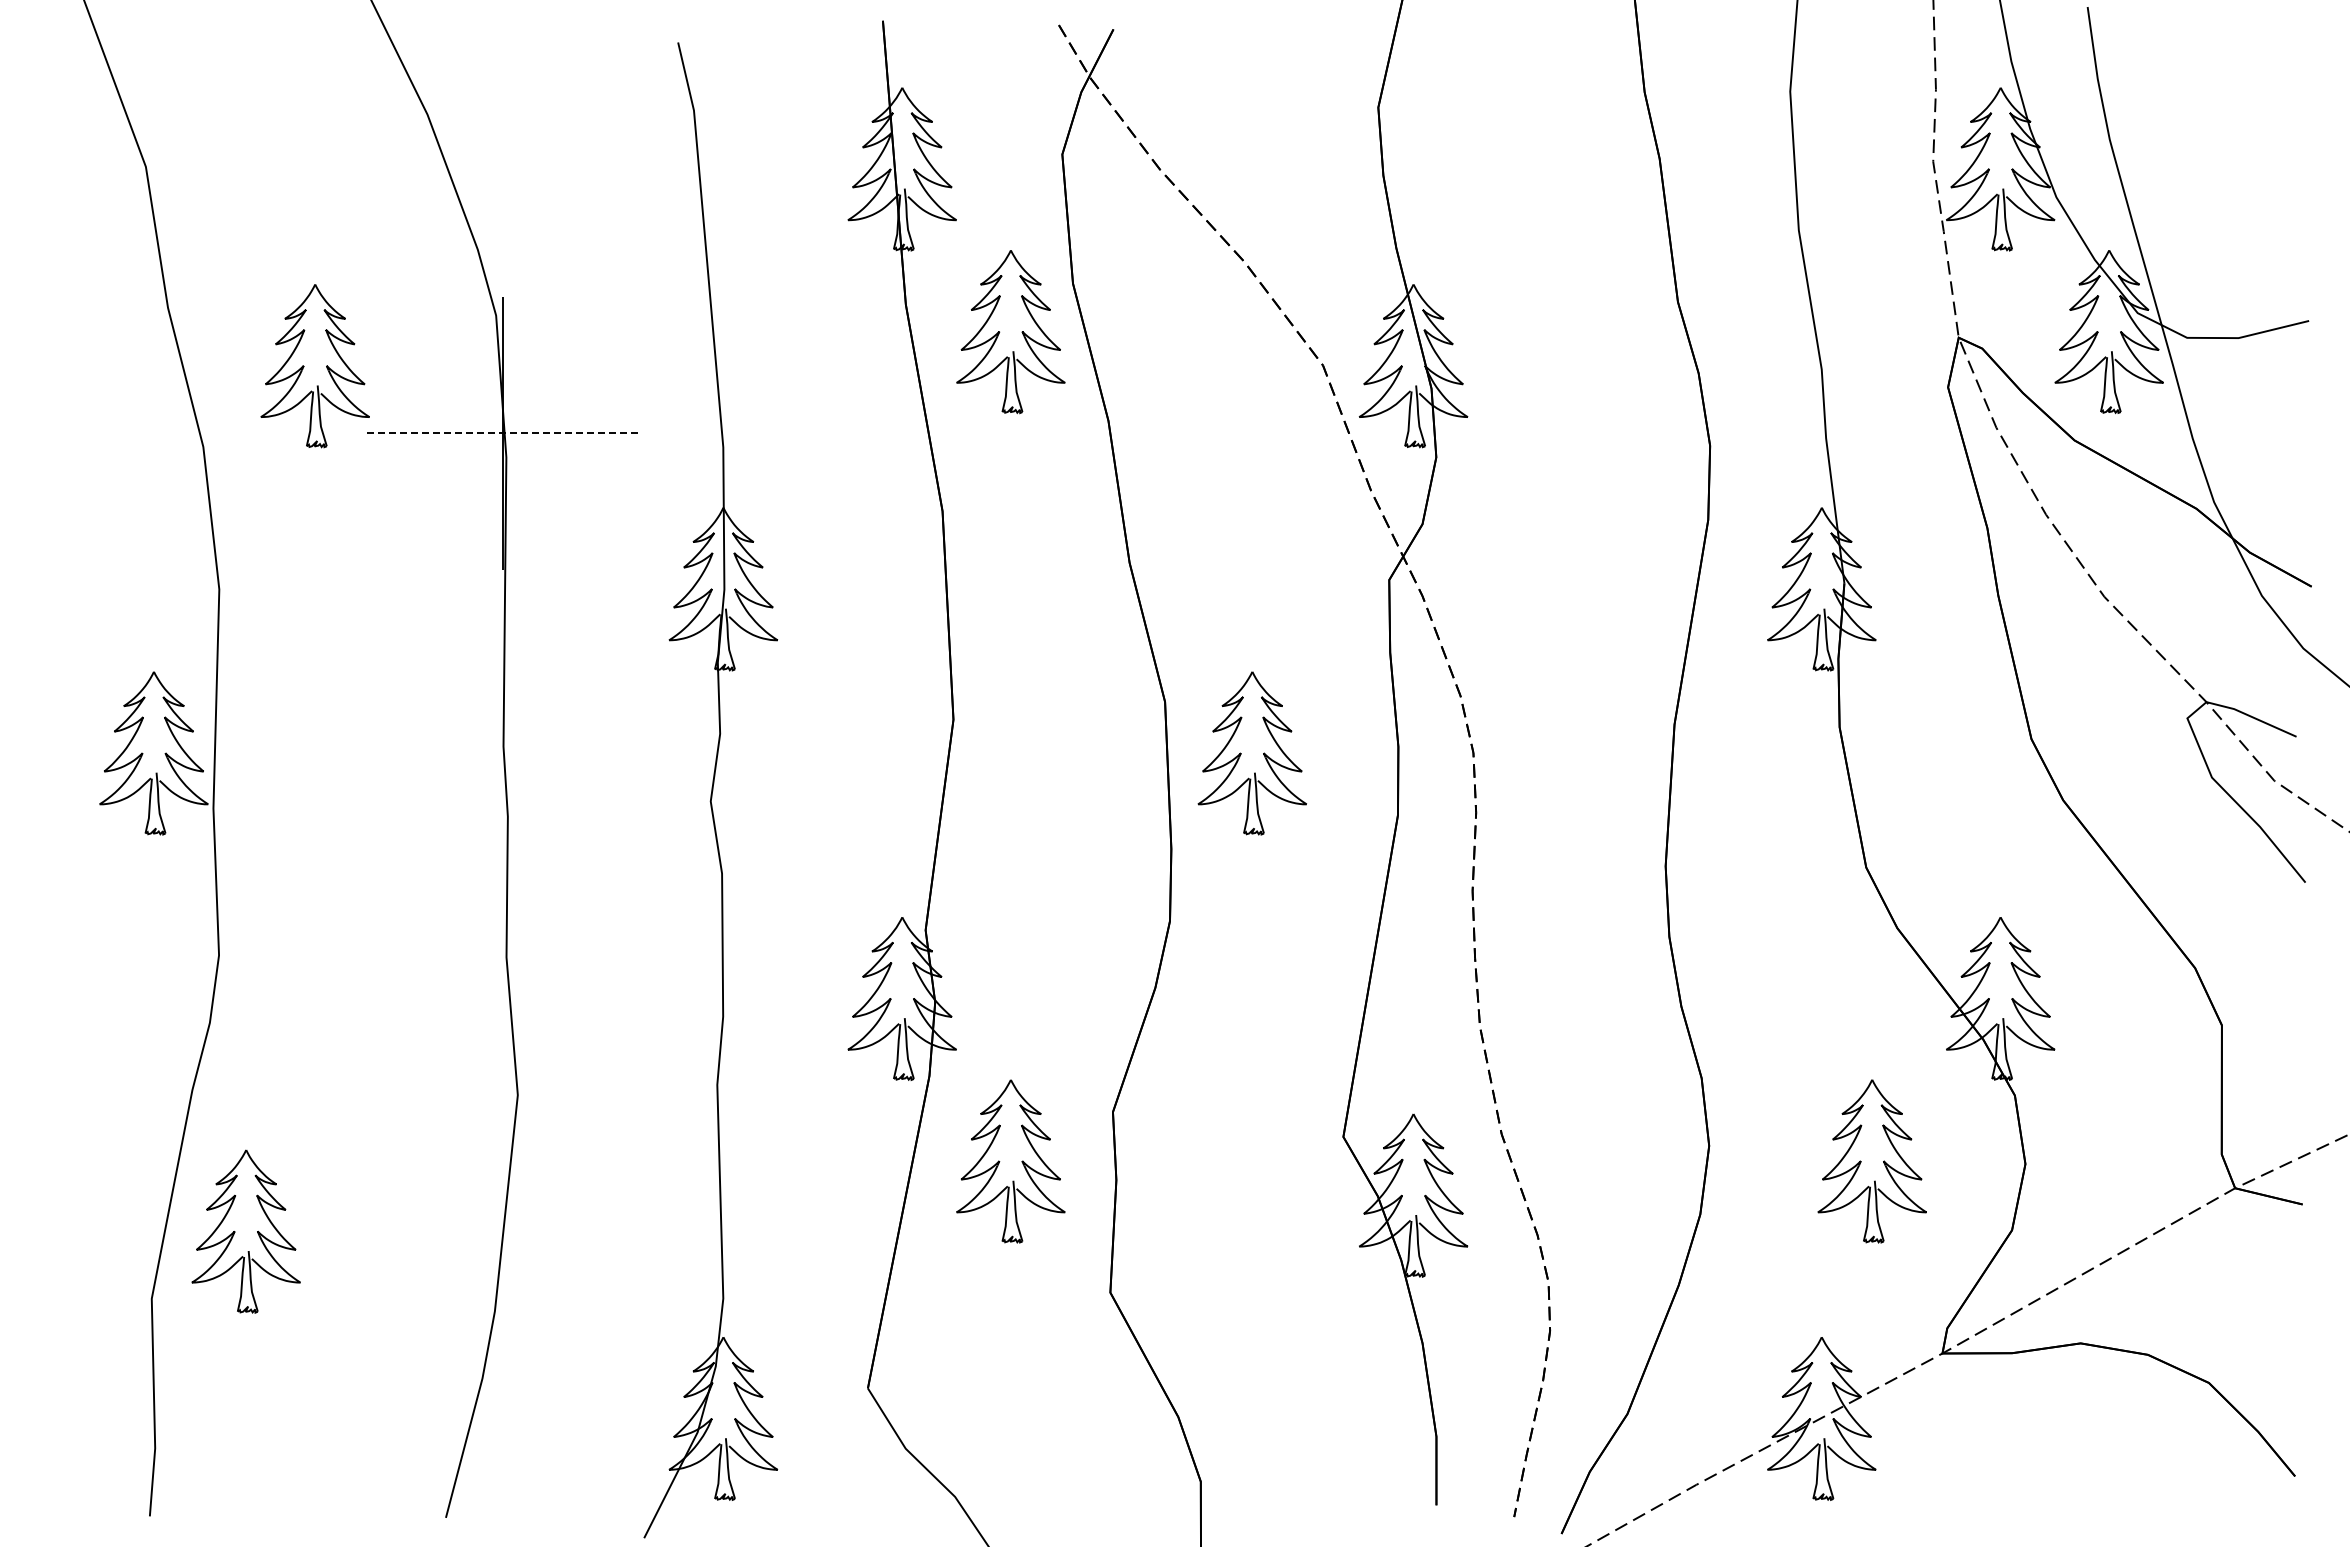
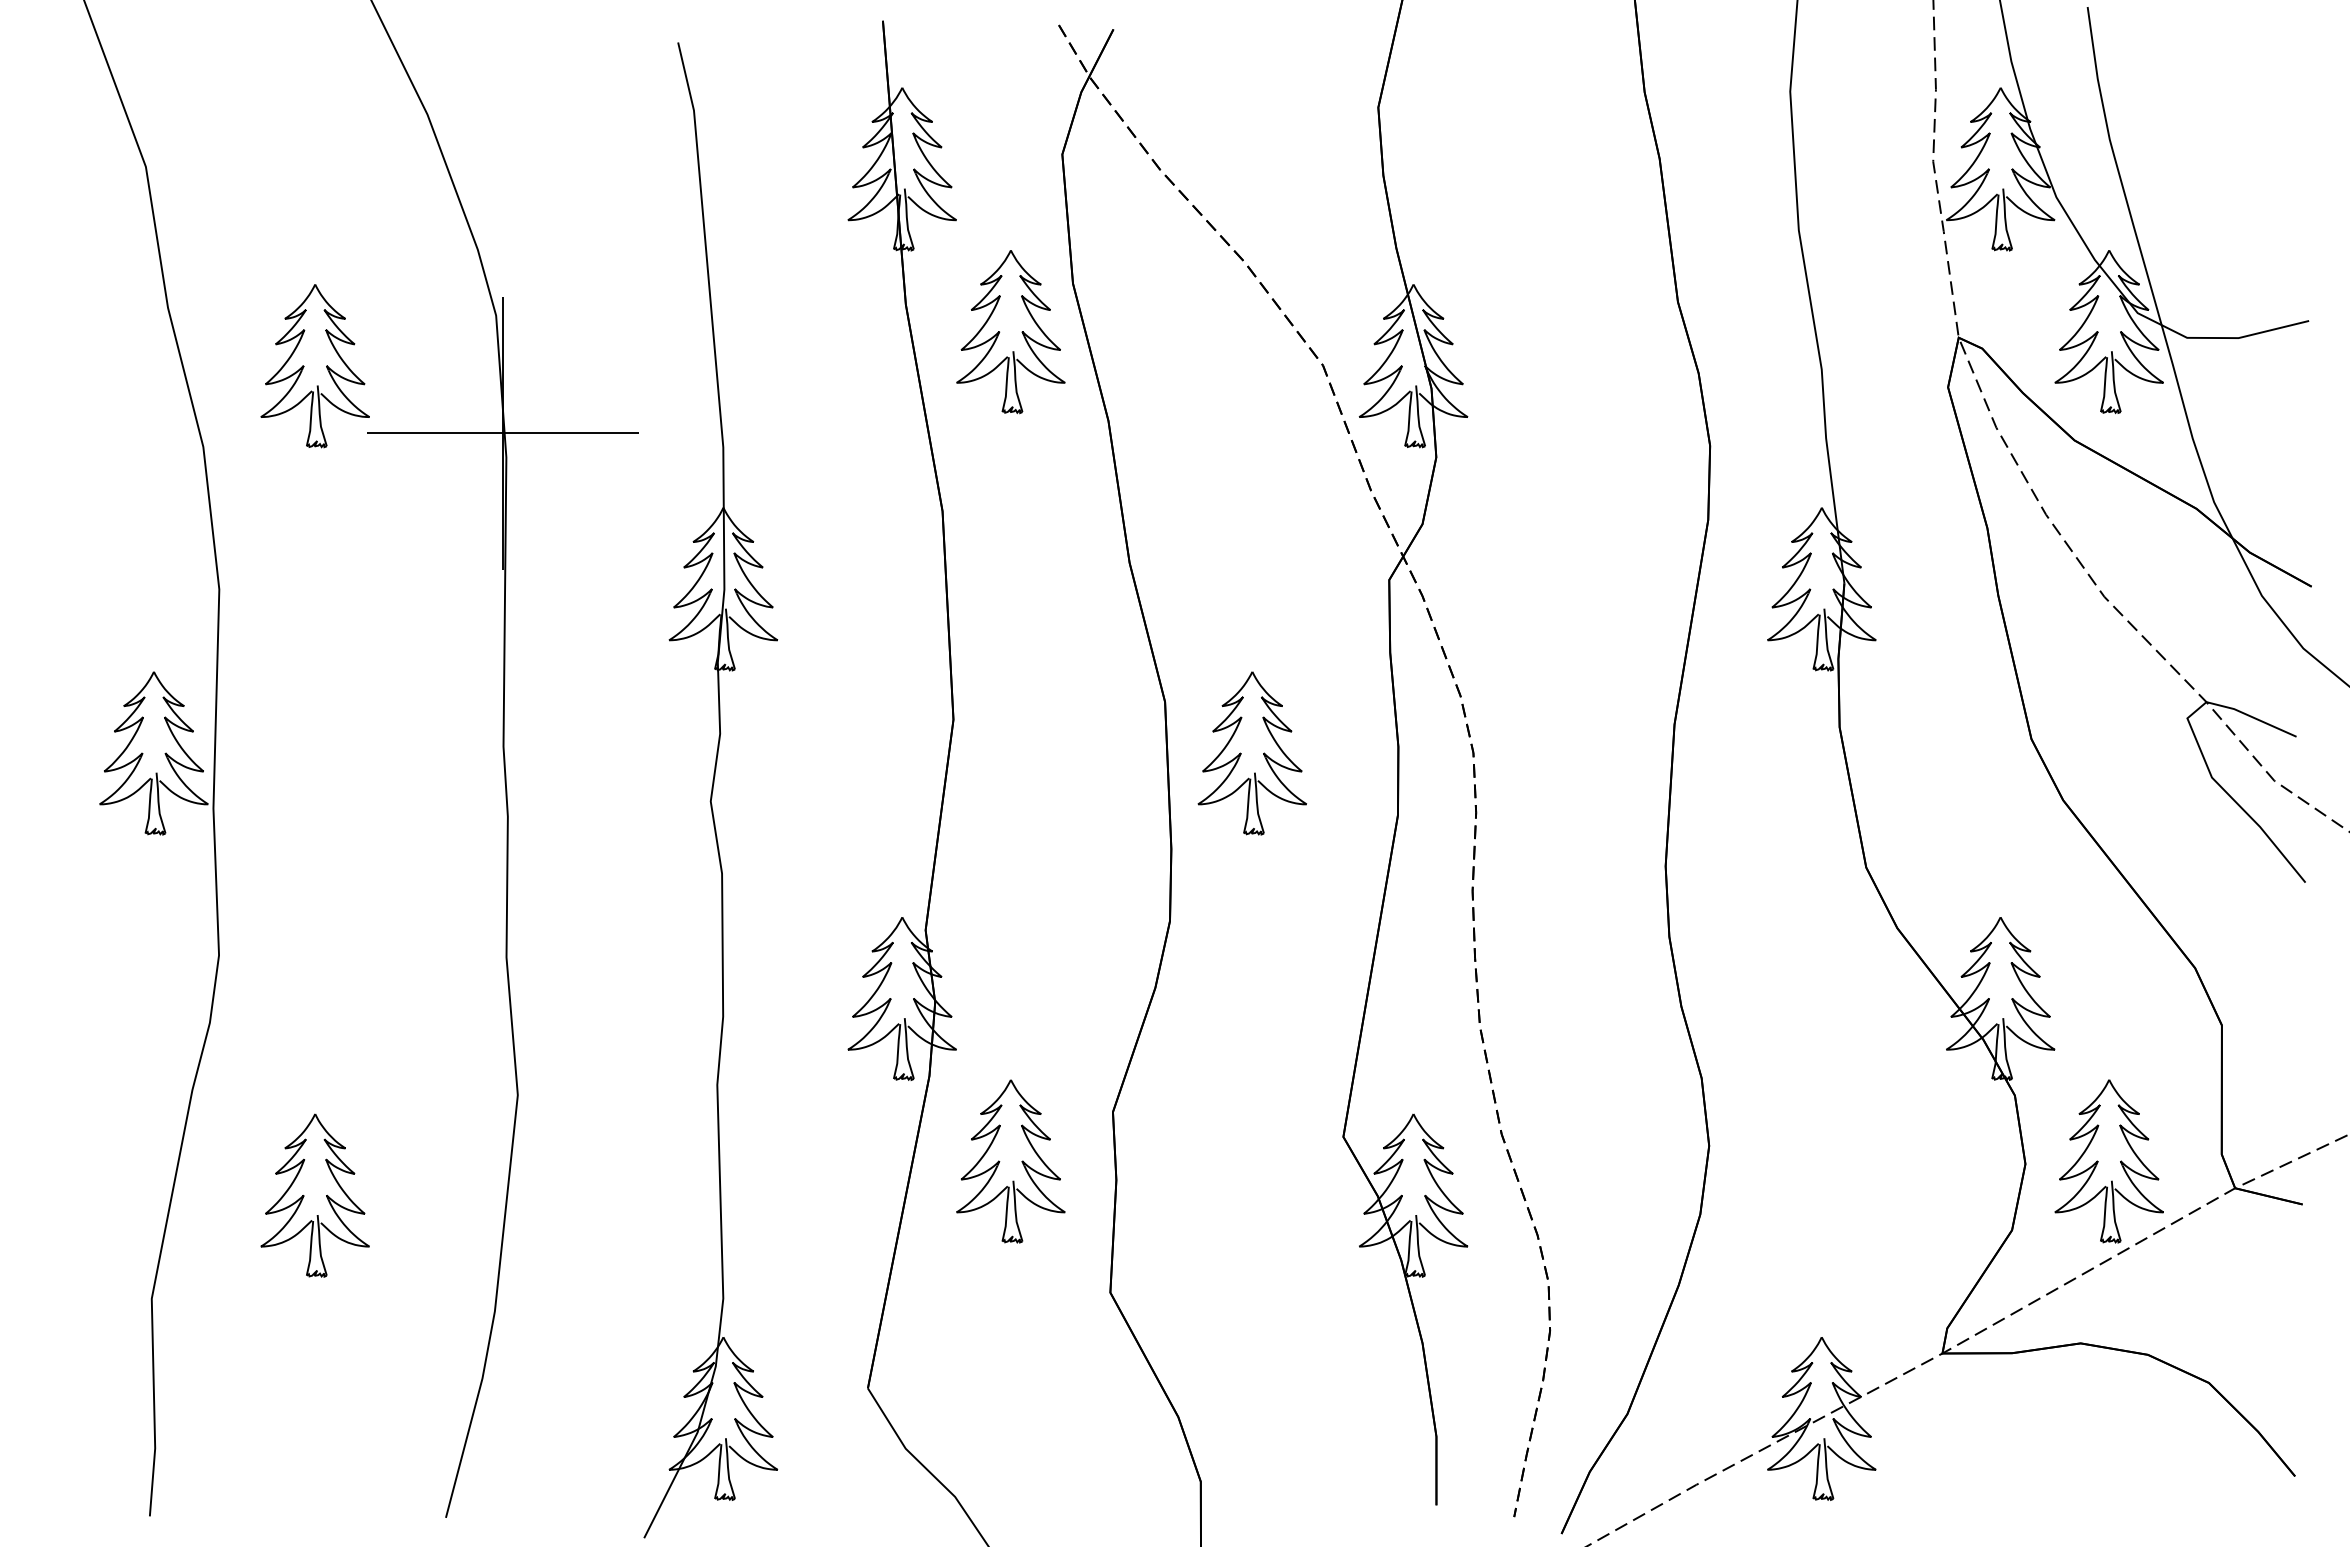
line at (503, 433): dashed -> solid
part at (1871, 1161) position: (1871, 1161) -> (2108, 1161)
part at (245, 1231) position: (245, 1231) -> (314, 1195)
